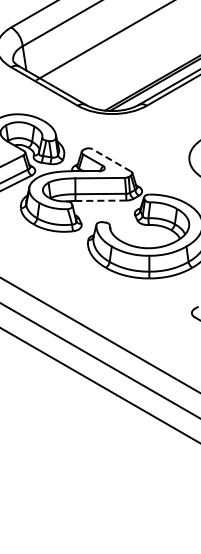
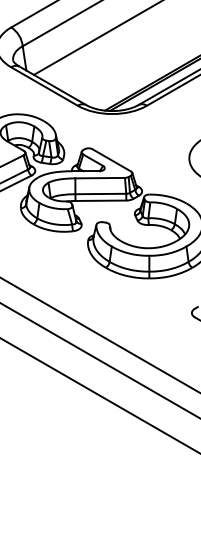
line at (103, 40) position: (103, 40) -> (96, 38)
line at (111, 160): dashed -> solid
line at (100, 200): dashed -> solid
line at (99, 385) position: (99, 385) -> (99, 395)
